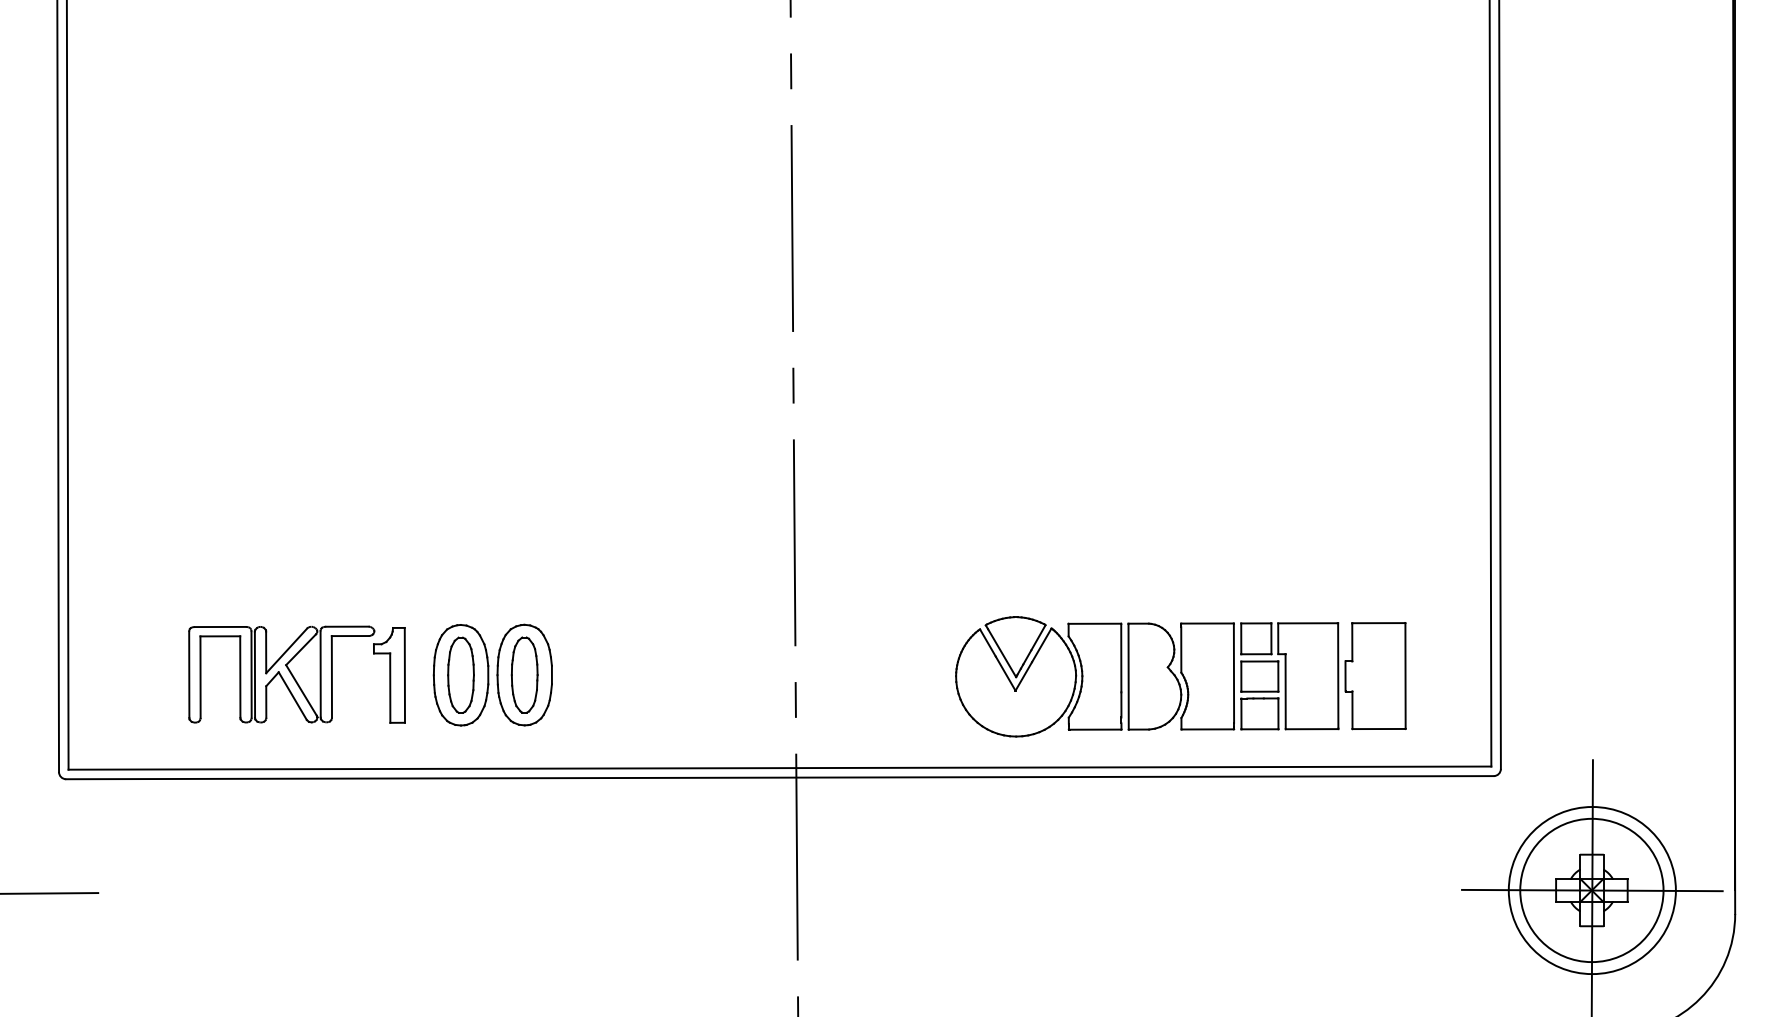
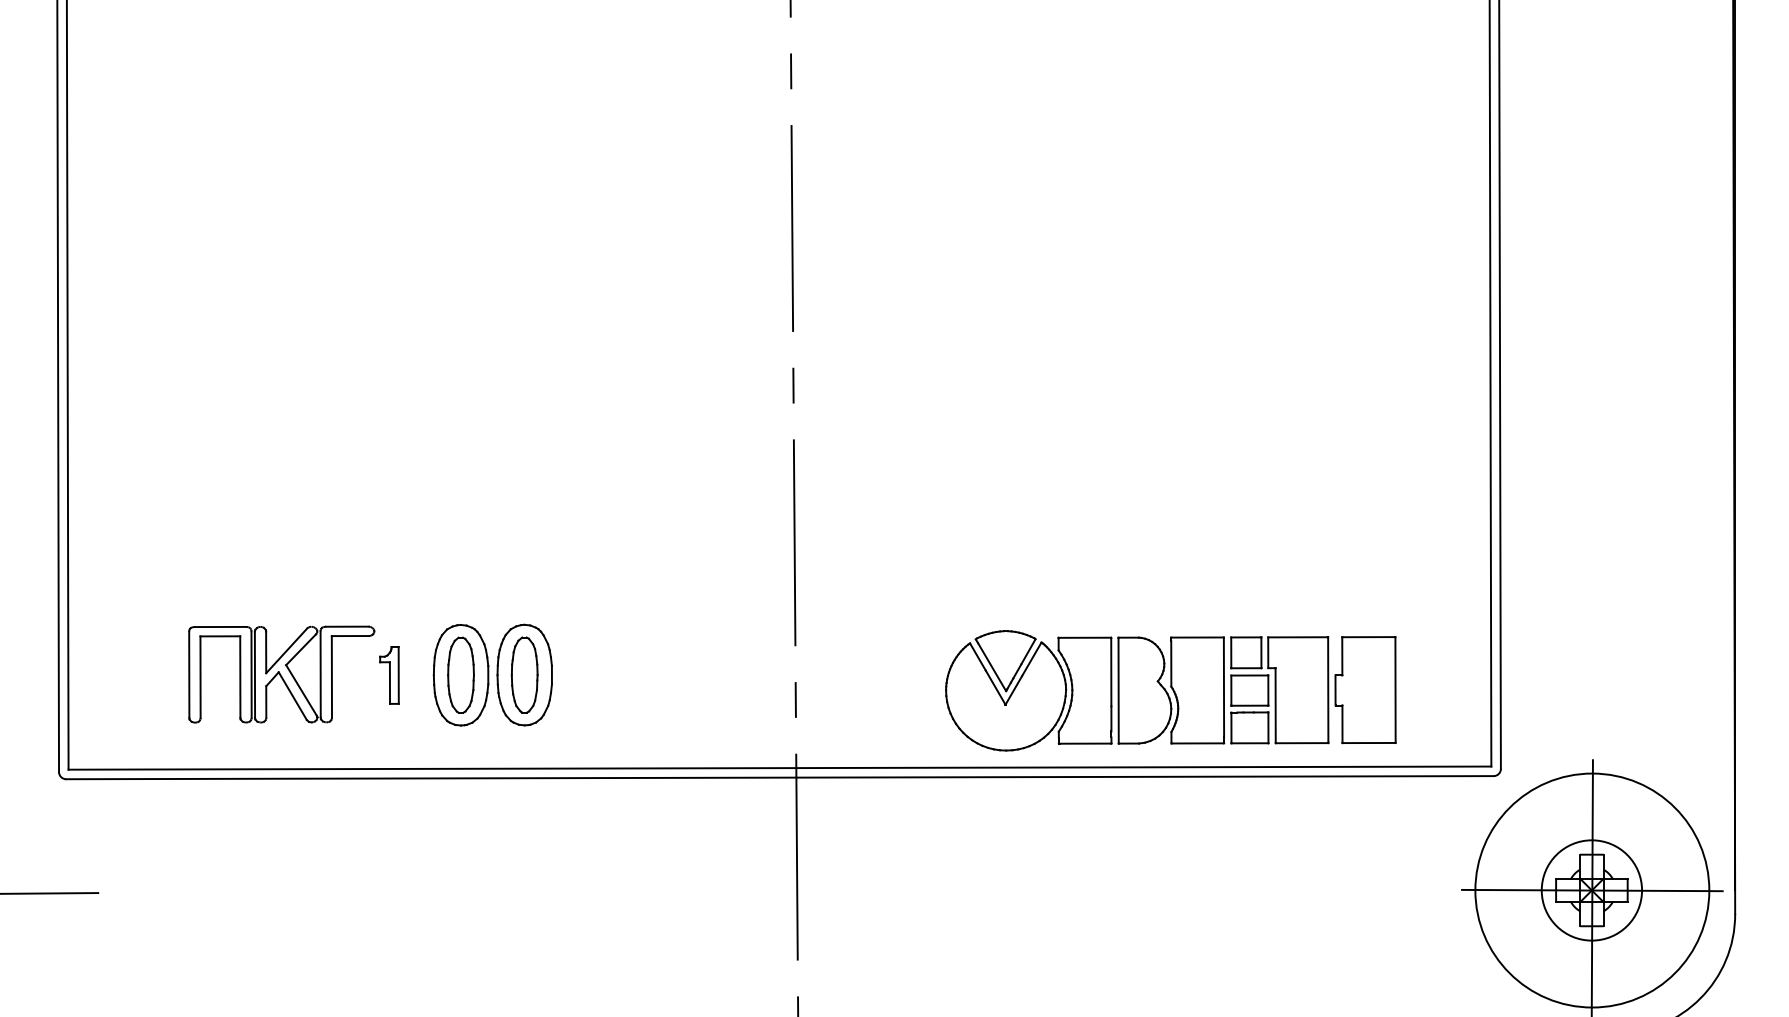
part at (389, 675) size: 33x97 px -> 21x59 px
part at (1180, 676) position: (1180, 676) -> (1170, 690)
circle at (1591, 890) diameter: 143 px -> 100 px
circle at (1591, 890) diameter: 167 px -> 234 px
